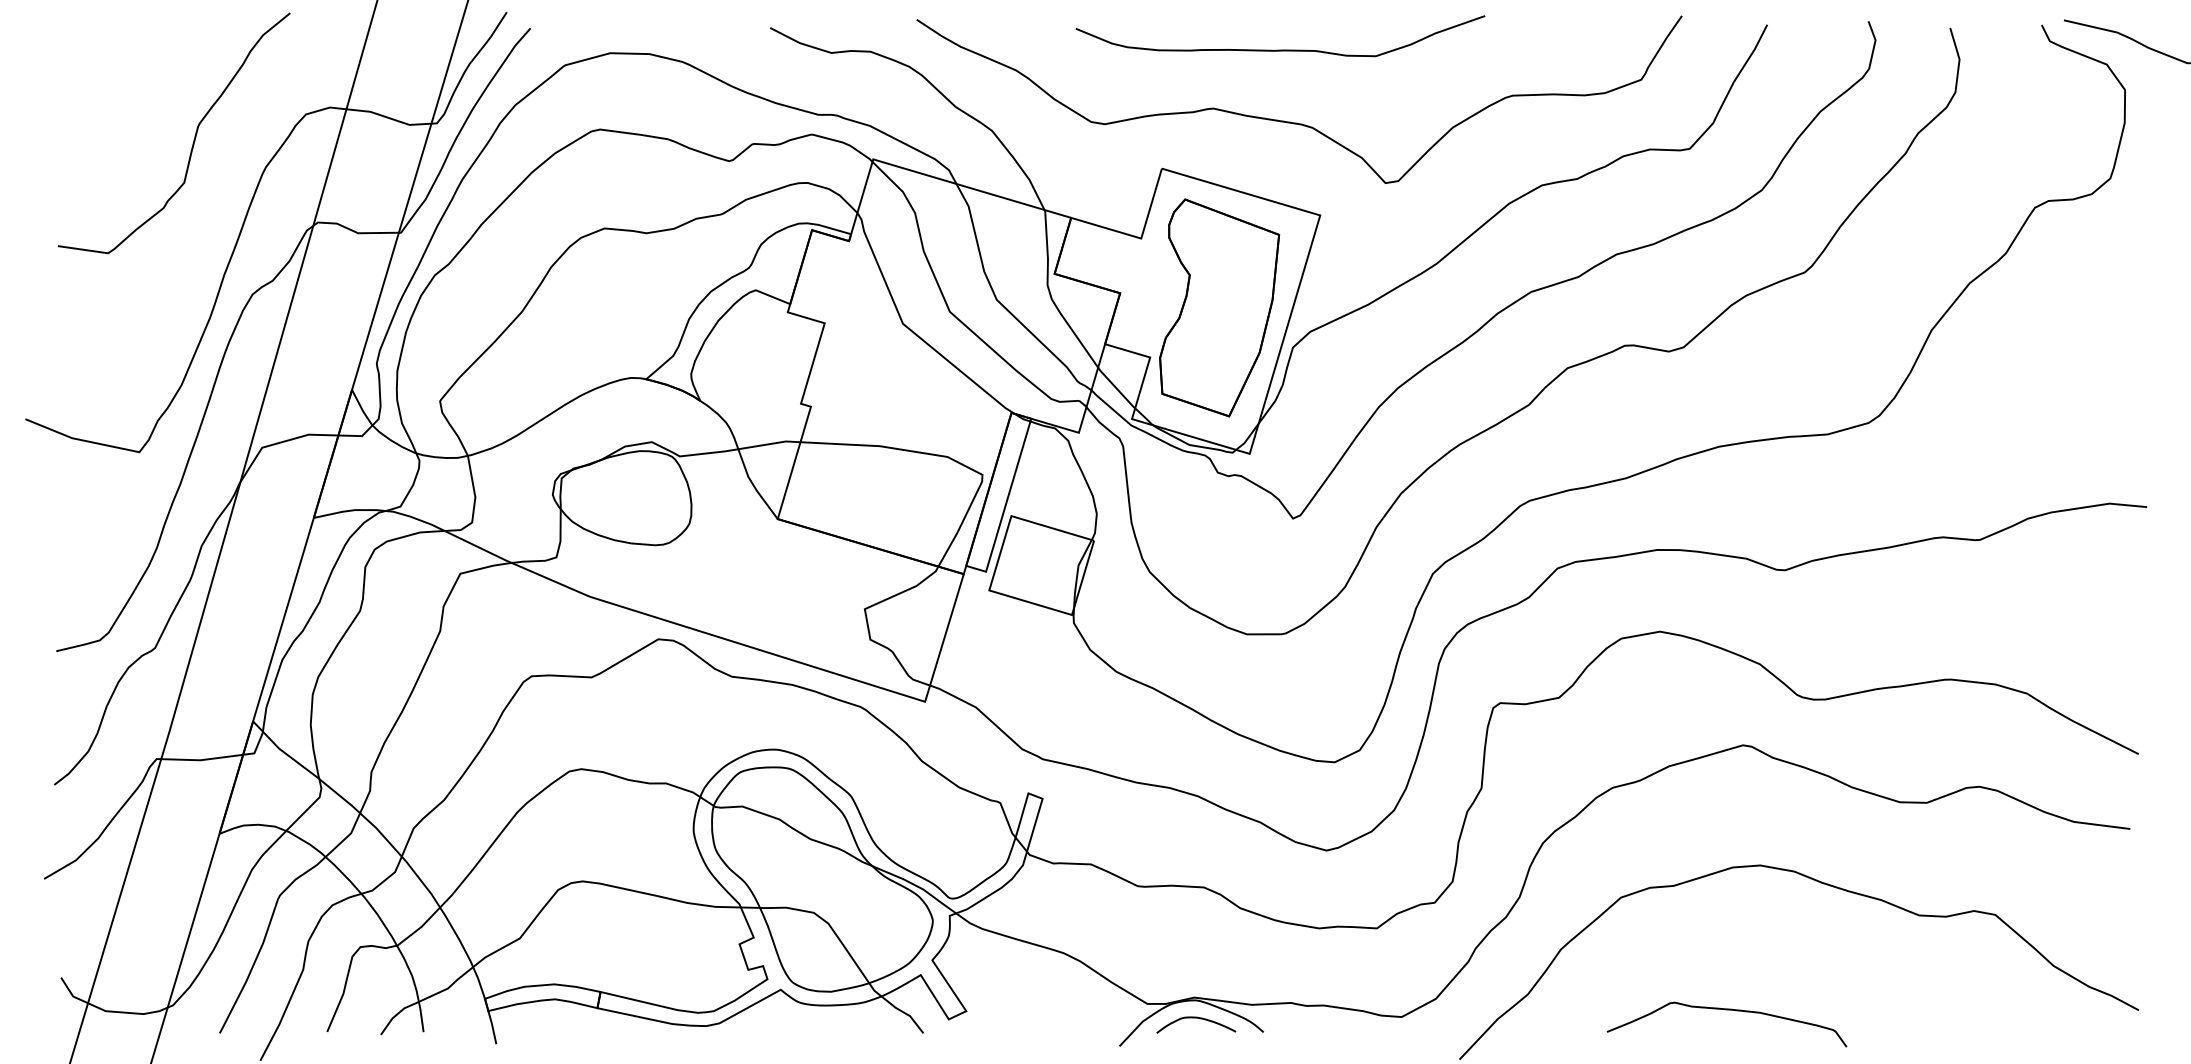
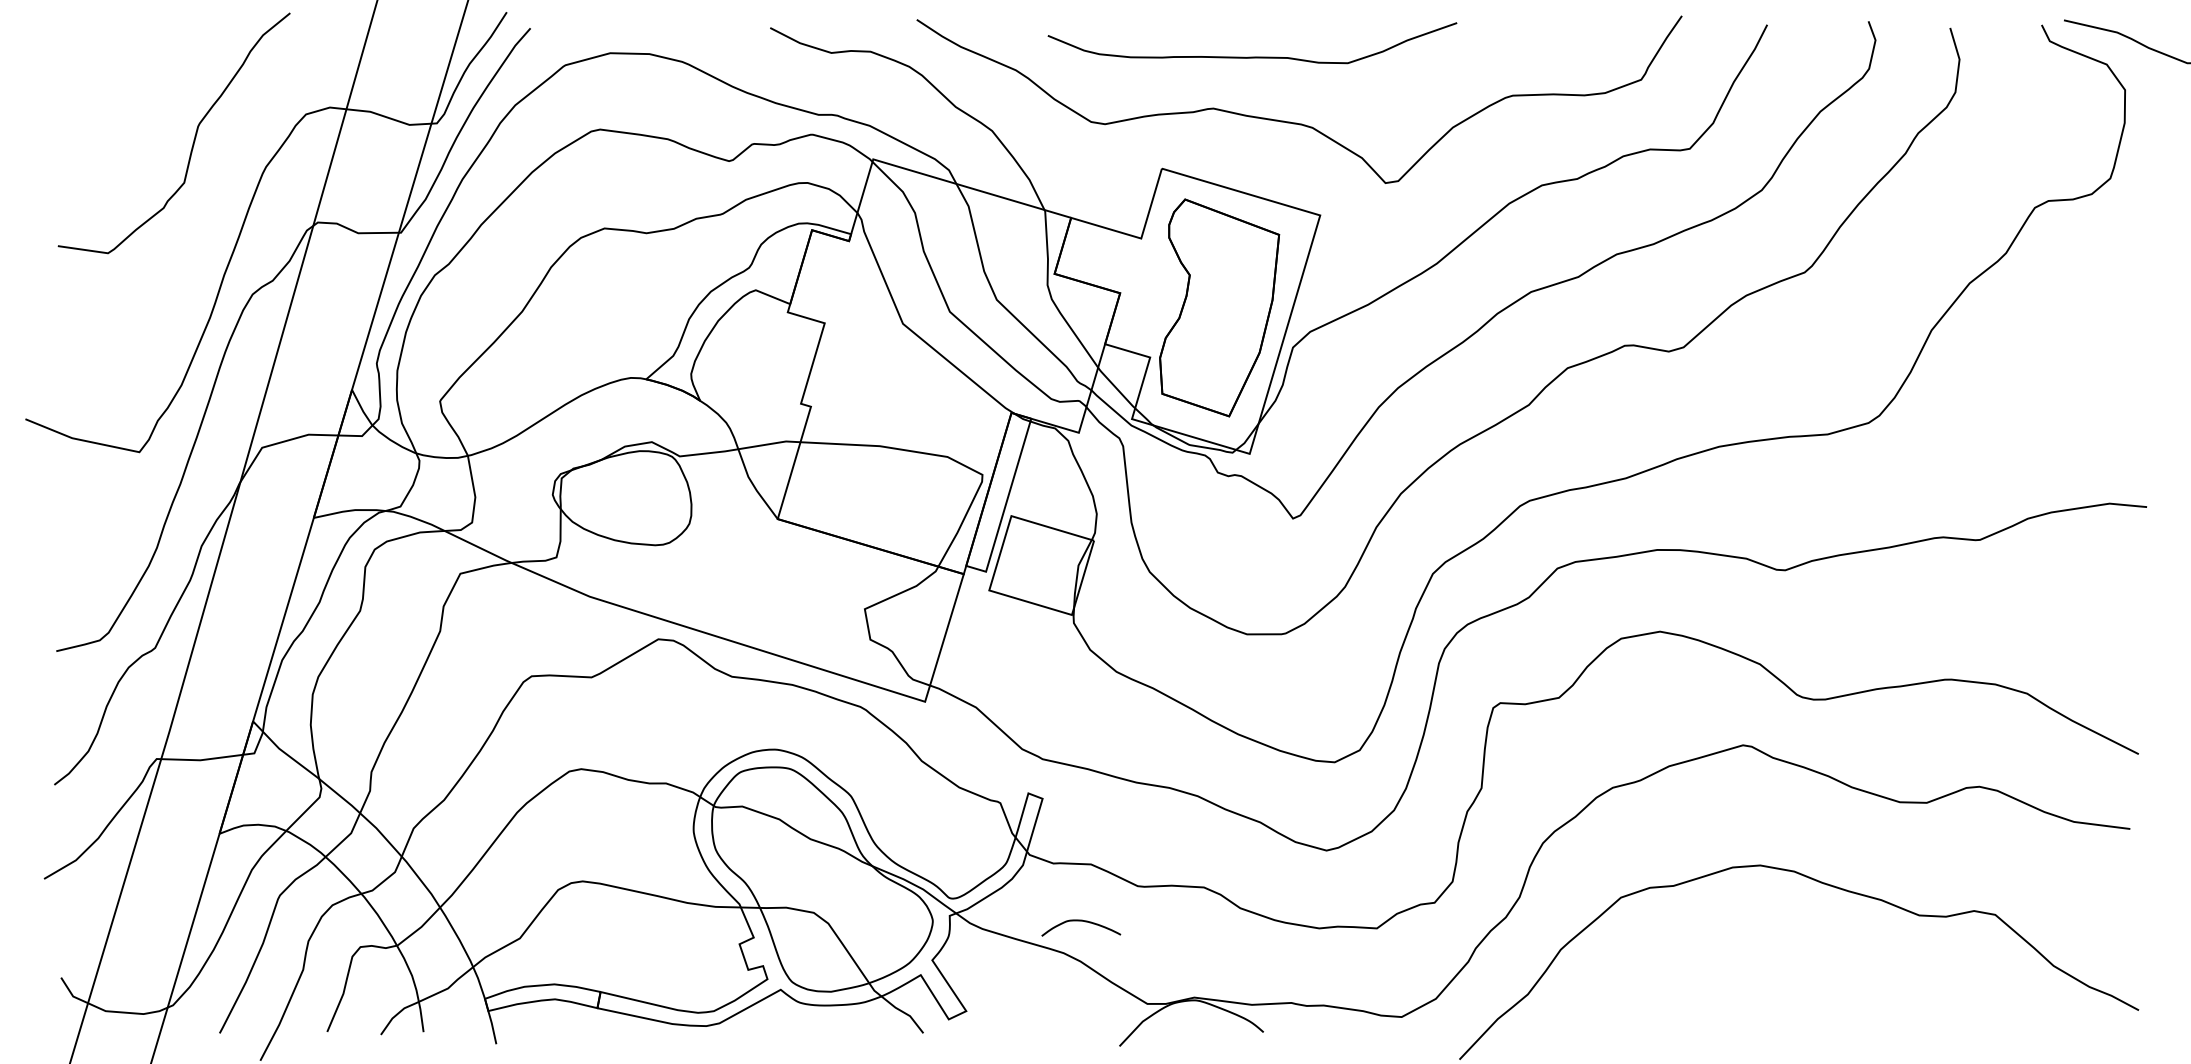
curve at (1280, 49) position: (1280, 49) -> (1252, 56)
curve at (1726, 1010): present -> none
curve at (1196, 1018) position: (1196, 1018) -> (1081, 921)
